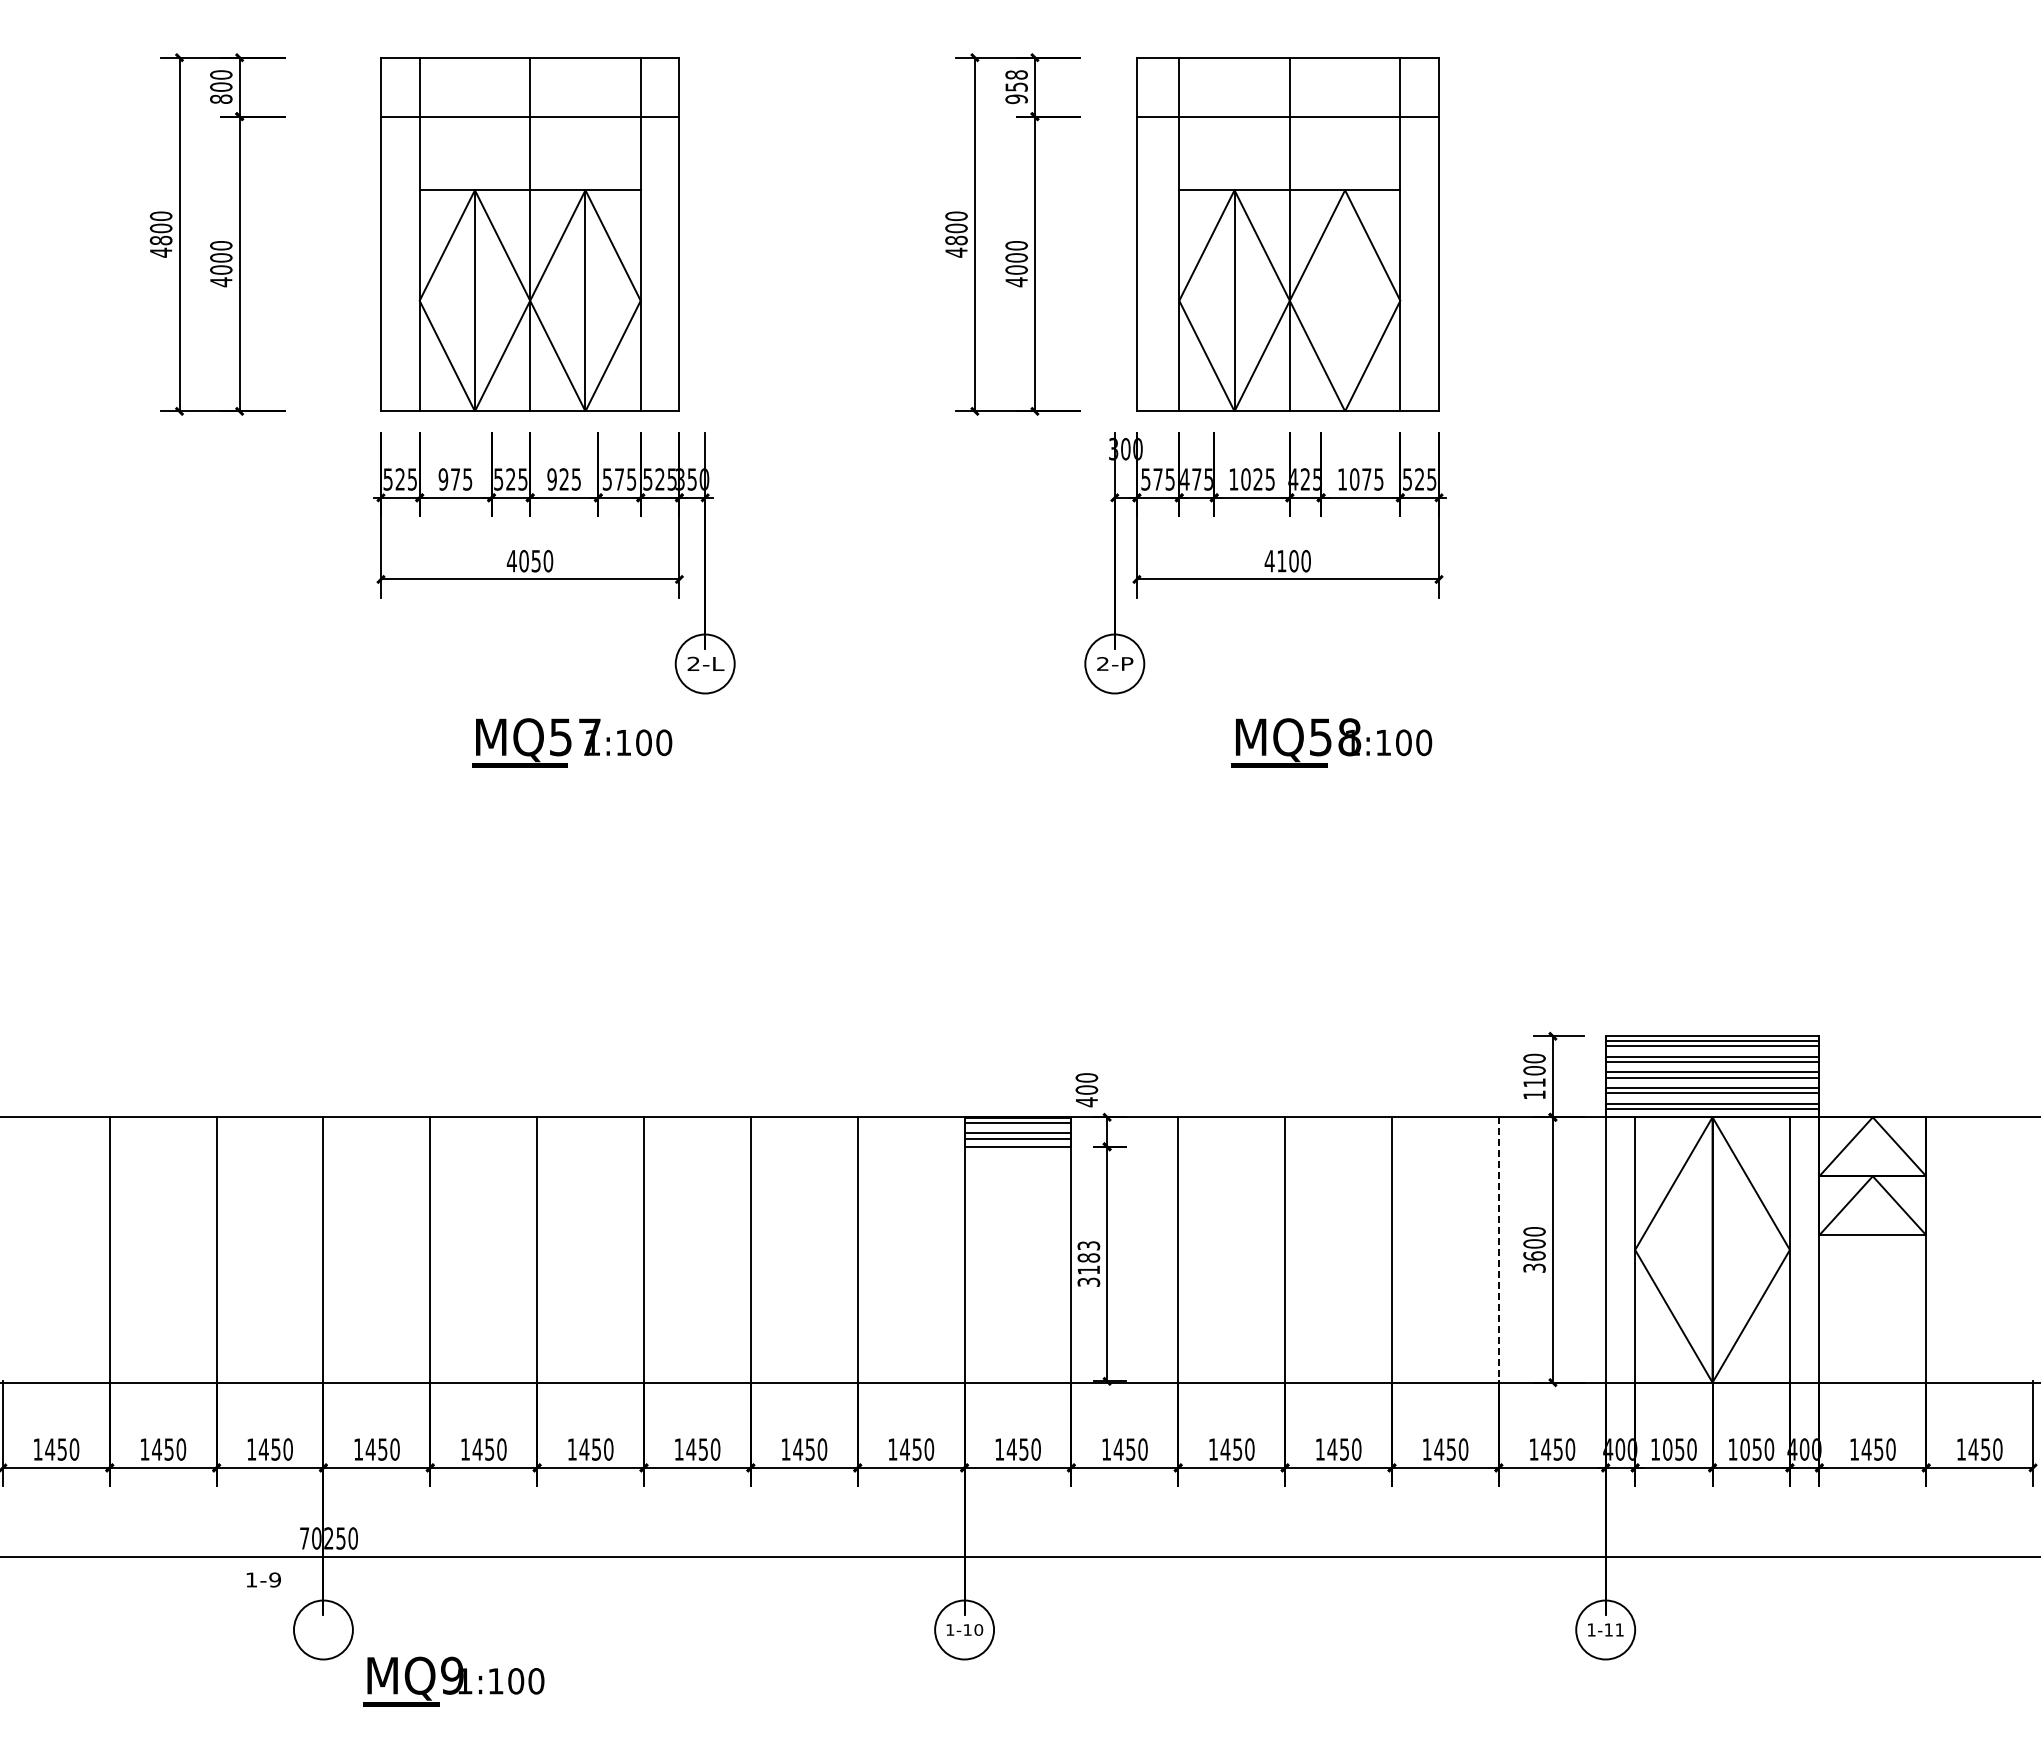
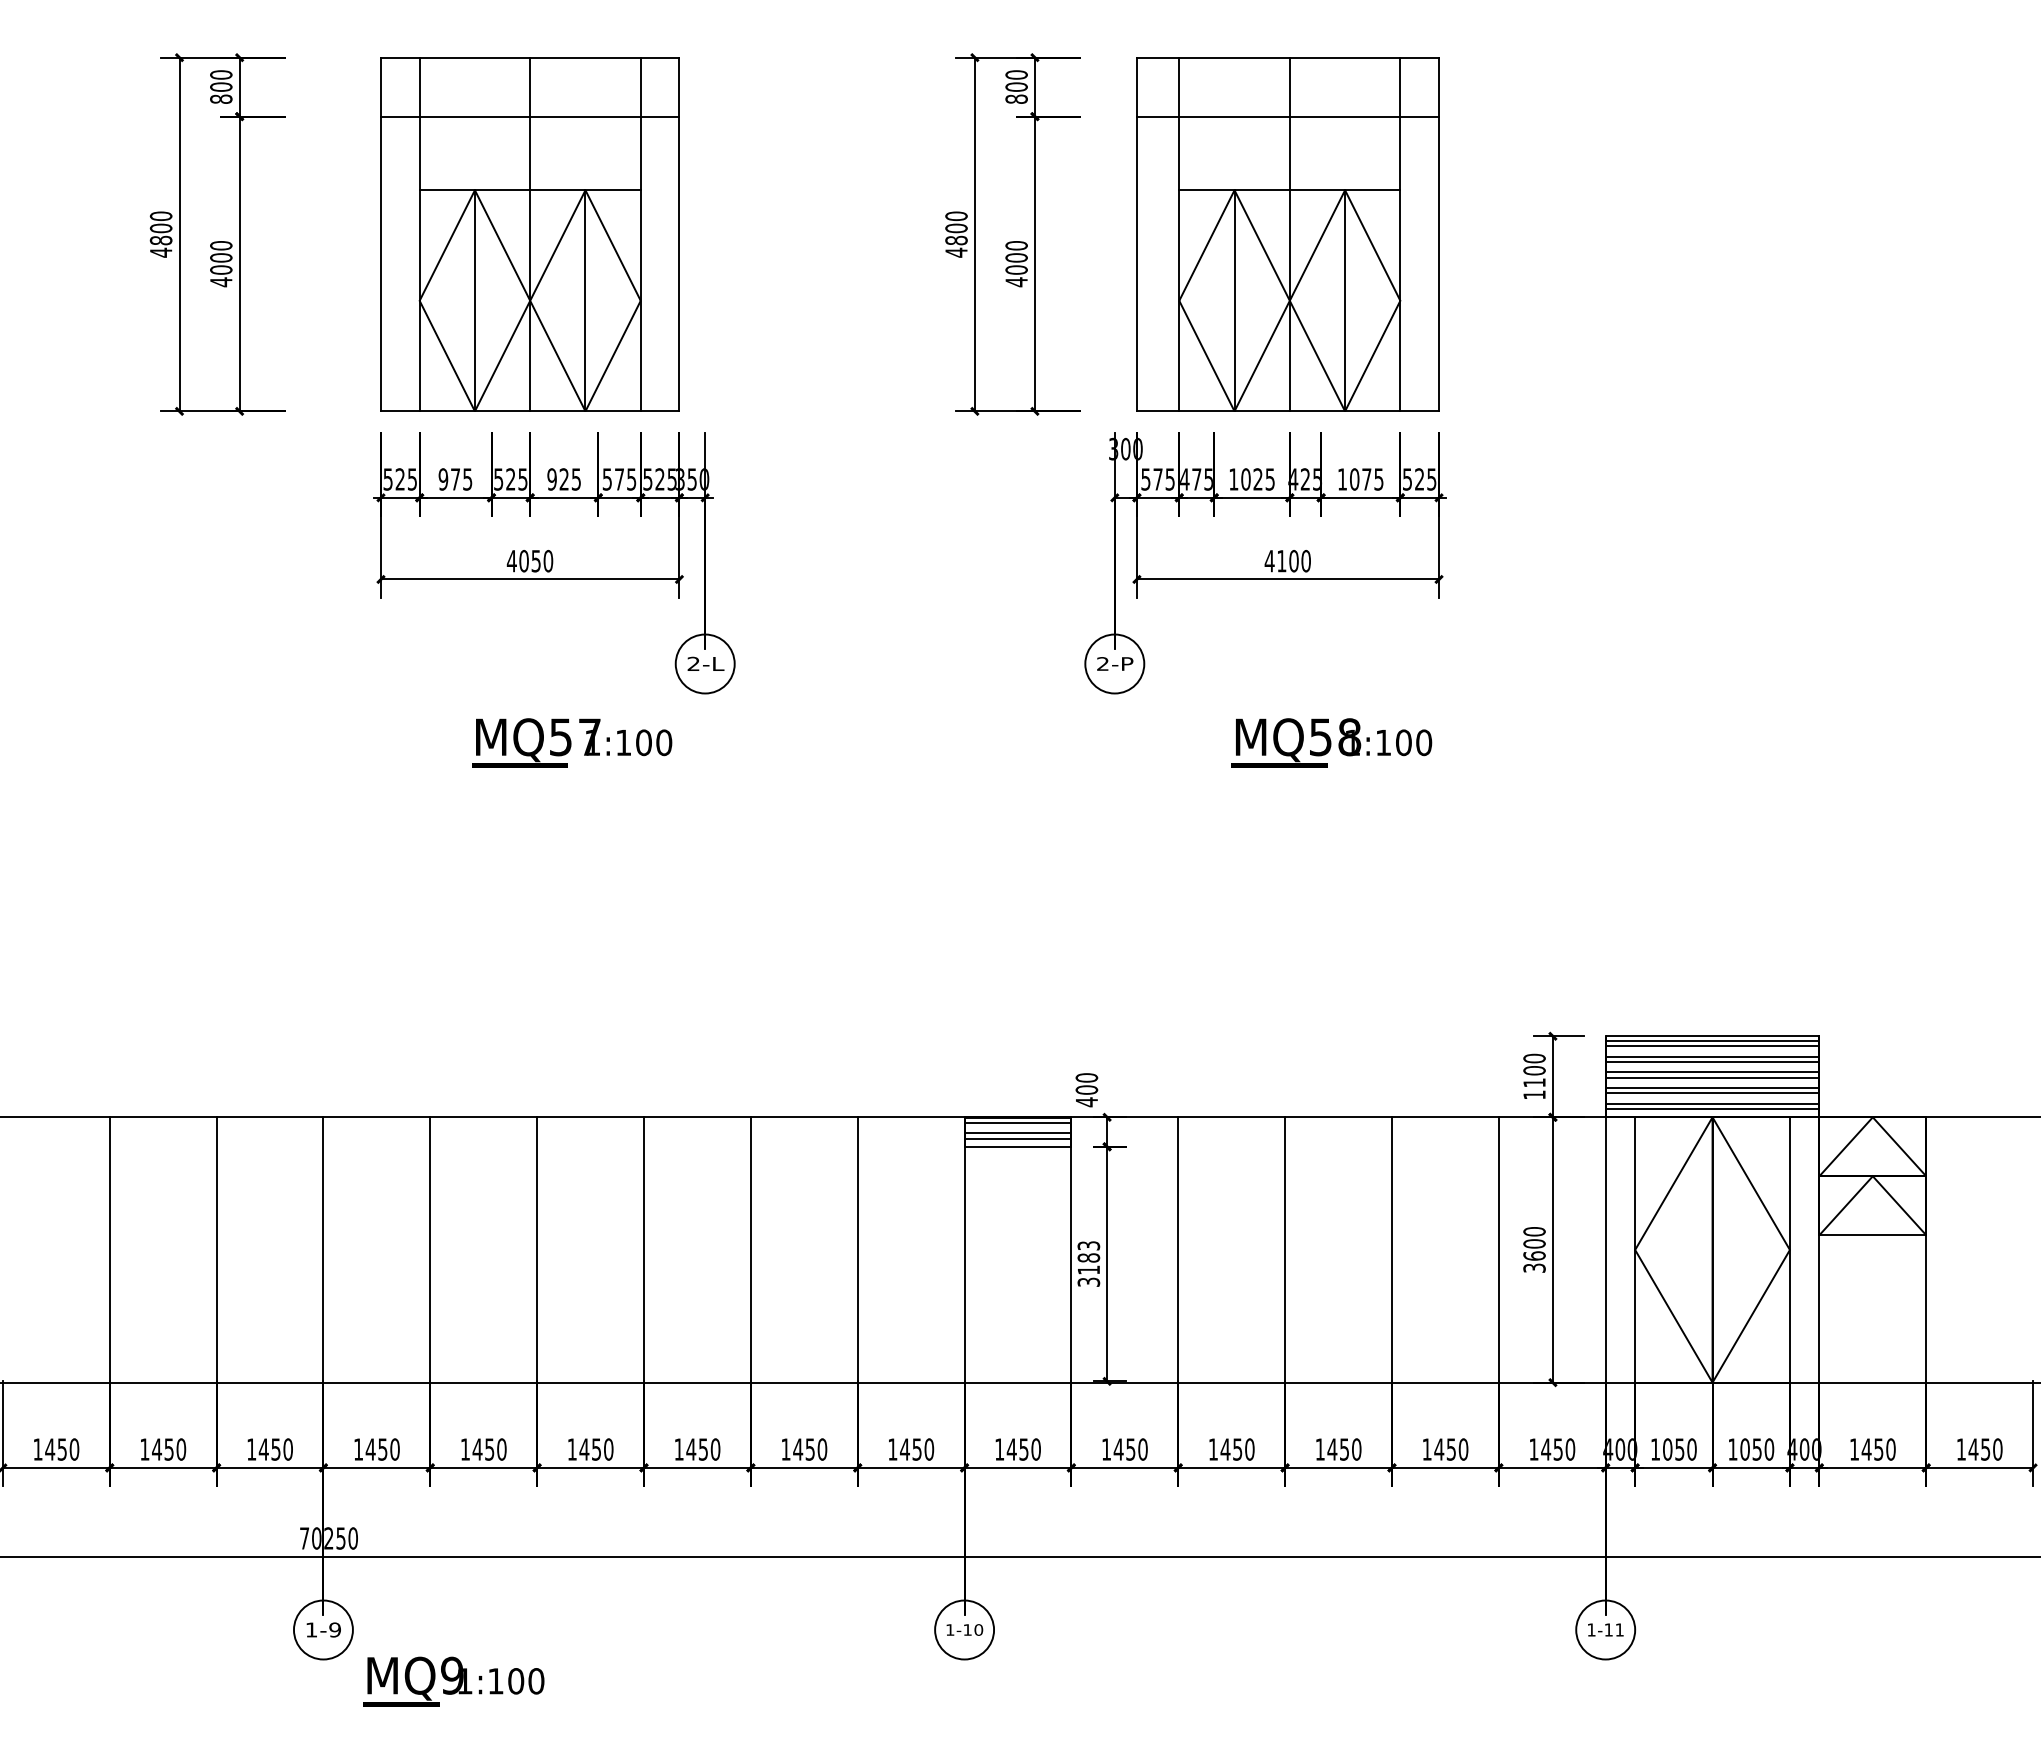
text at (1016, 87): 958 -> 800
line at (1345, 300): none -> present
line at (1498, 1249): dashed -> solid
text at (263, 1579) position: (263, 1579) -> (323, 1629)
